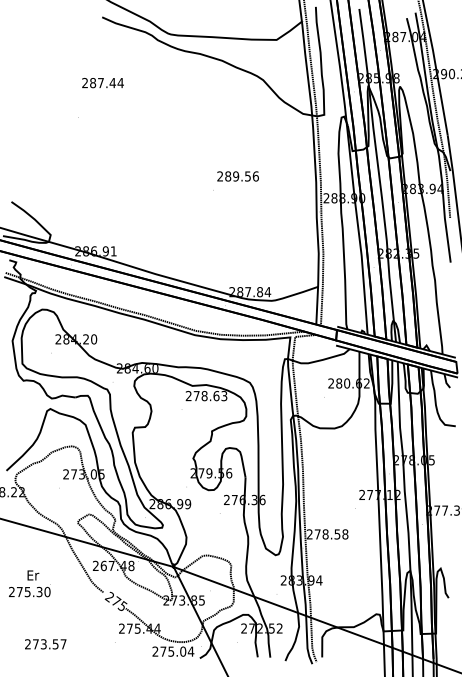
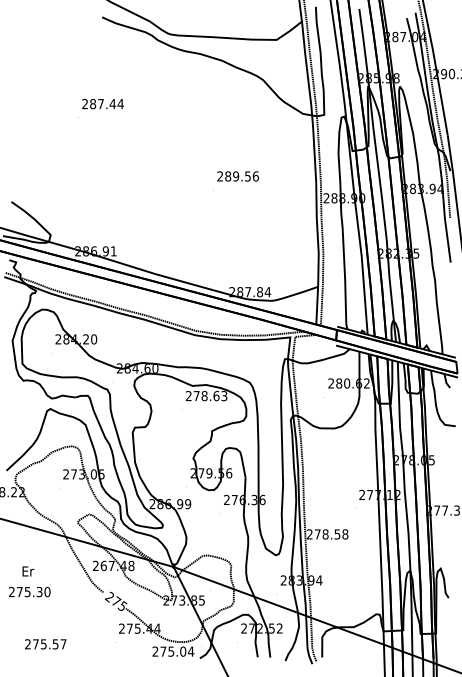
text at (102, 83) position: (102, 83) -> (102, 104)
text at (33, 575) position: (33, 575) -> (28, 571)
text at (43, 643): 273.57 -> 275.57
